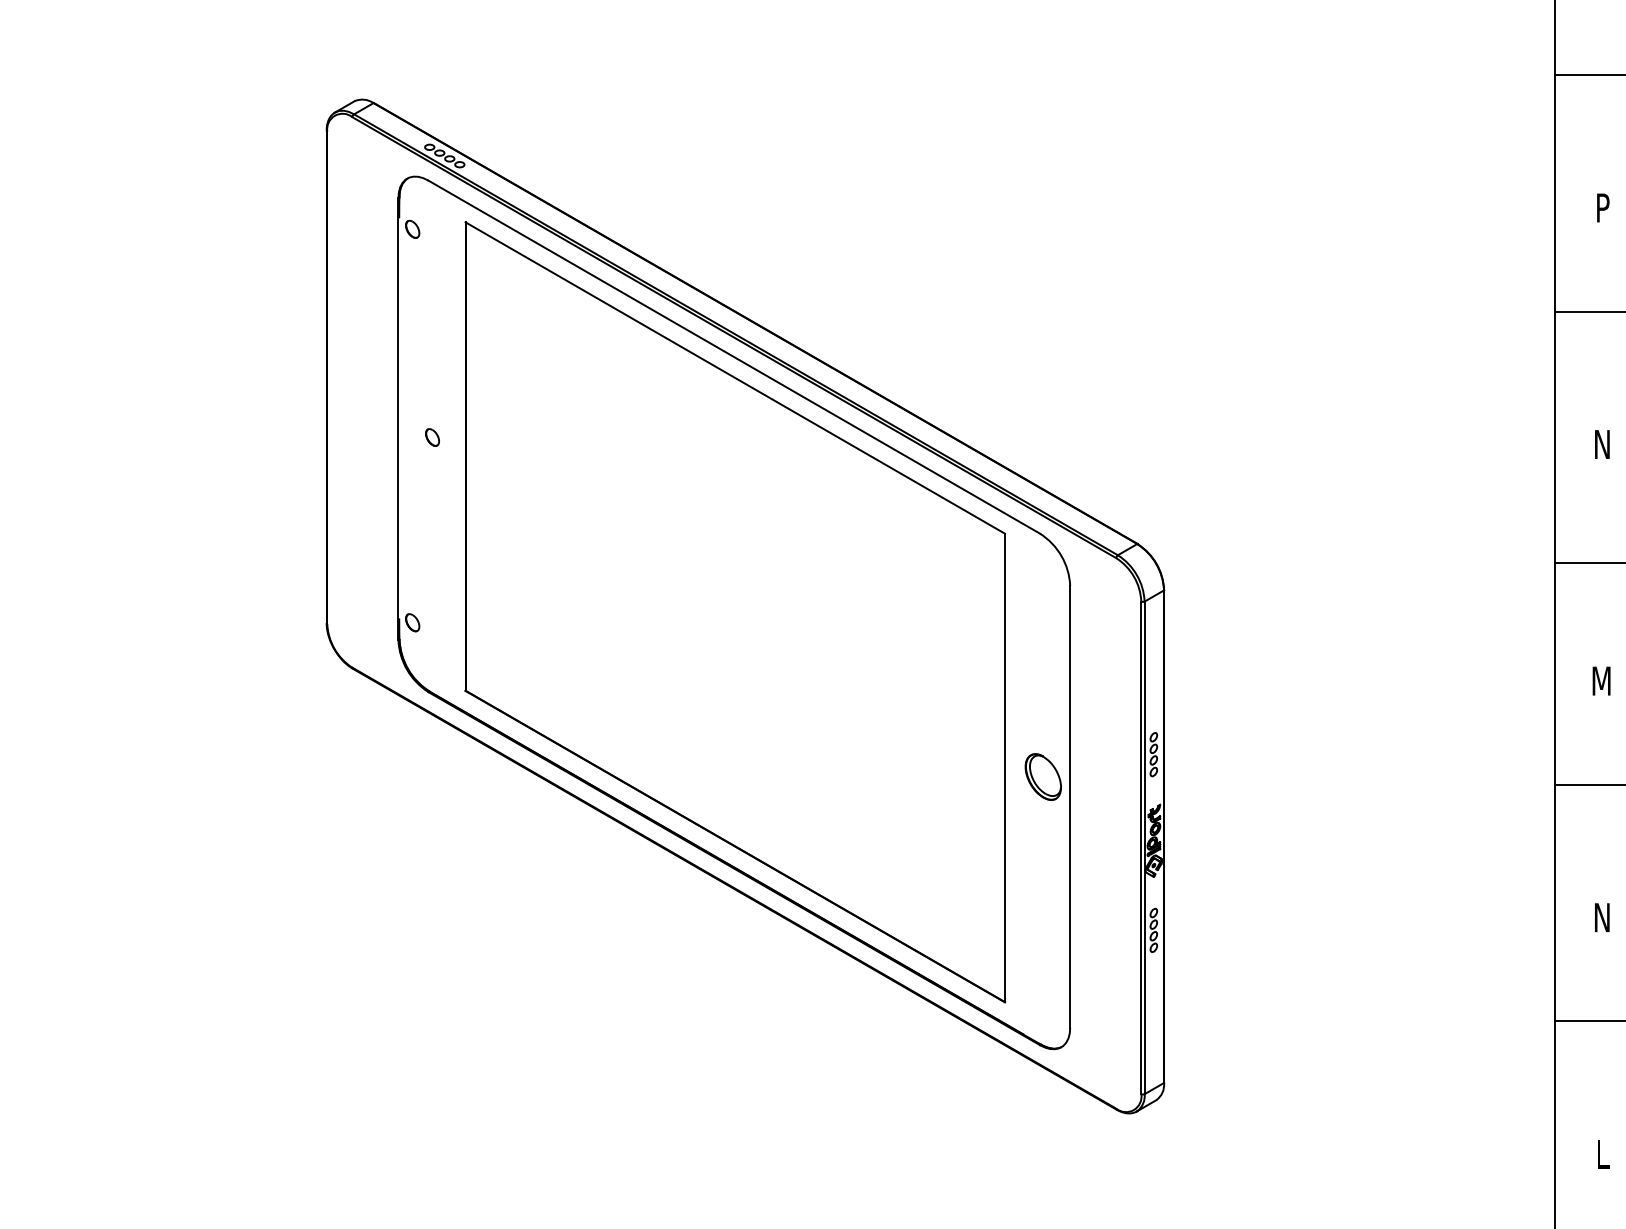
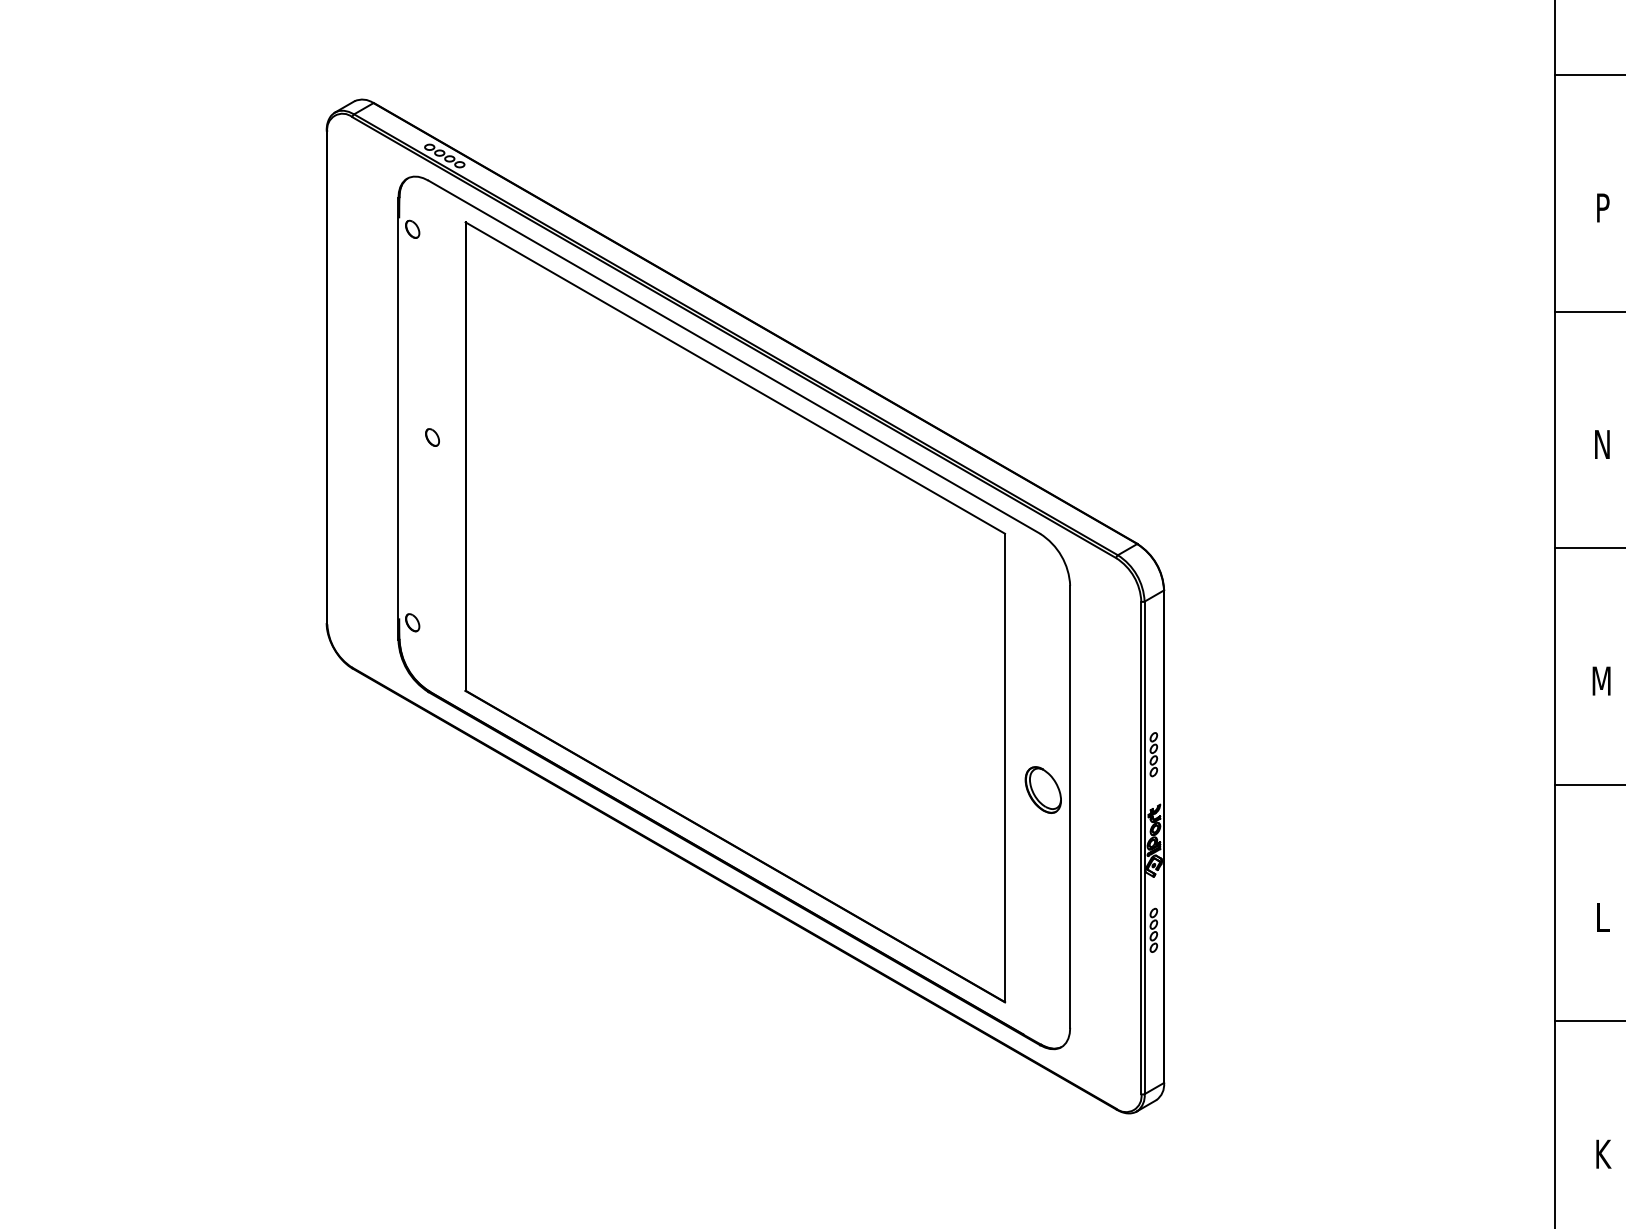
line at (1588, 563) position: (1588, 563) -> (1588, 548)
part at (1042, 776) position: (1042, 776) -> (1042, 789)
text at (1602, 917): N -> L
text at (1603, 1153): L -> K
